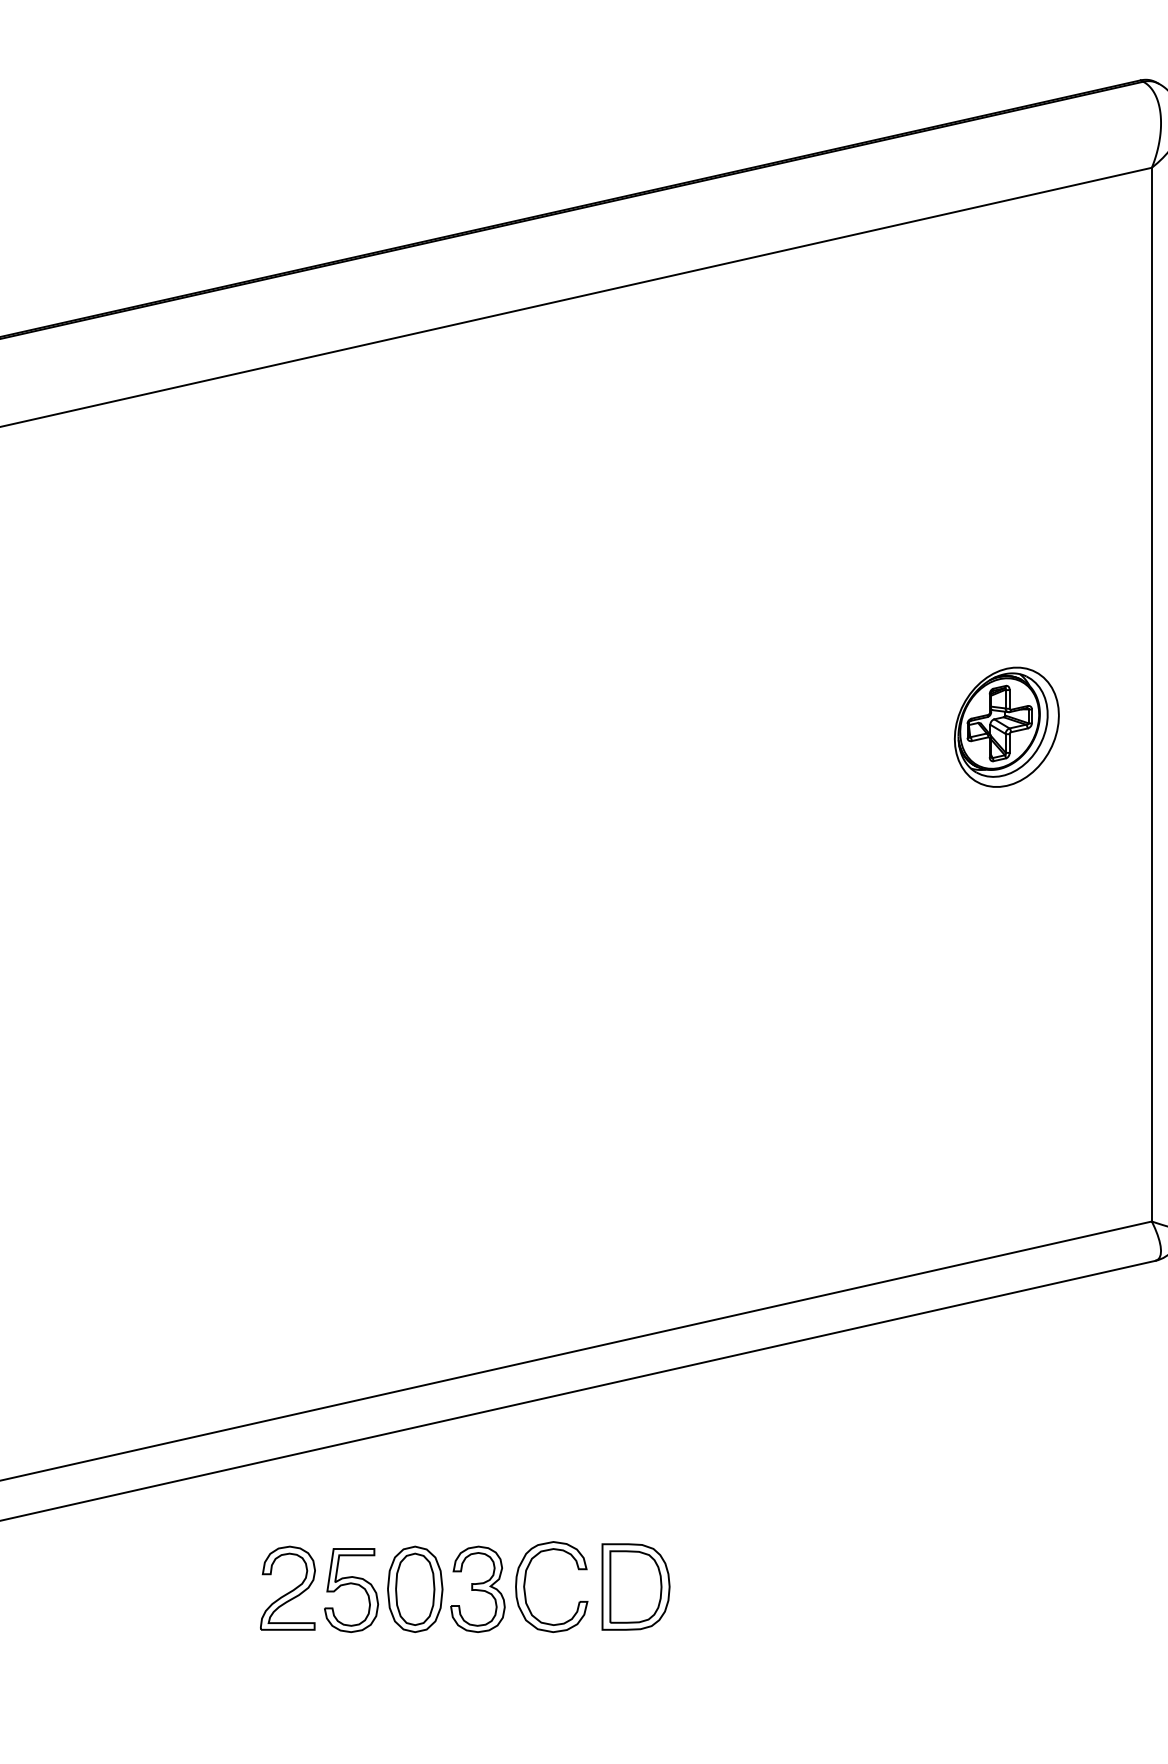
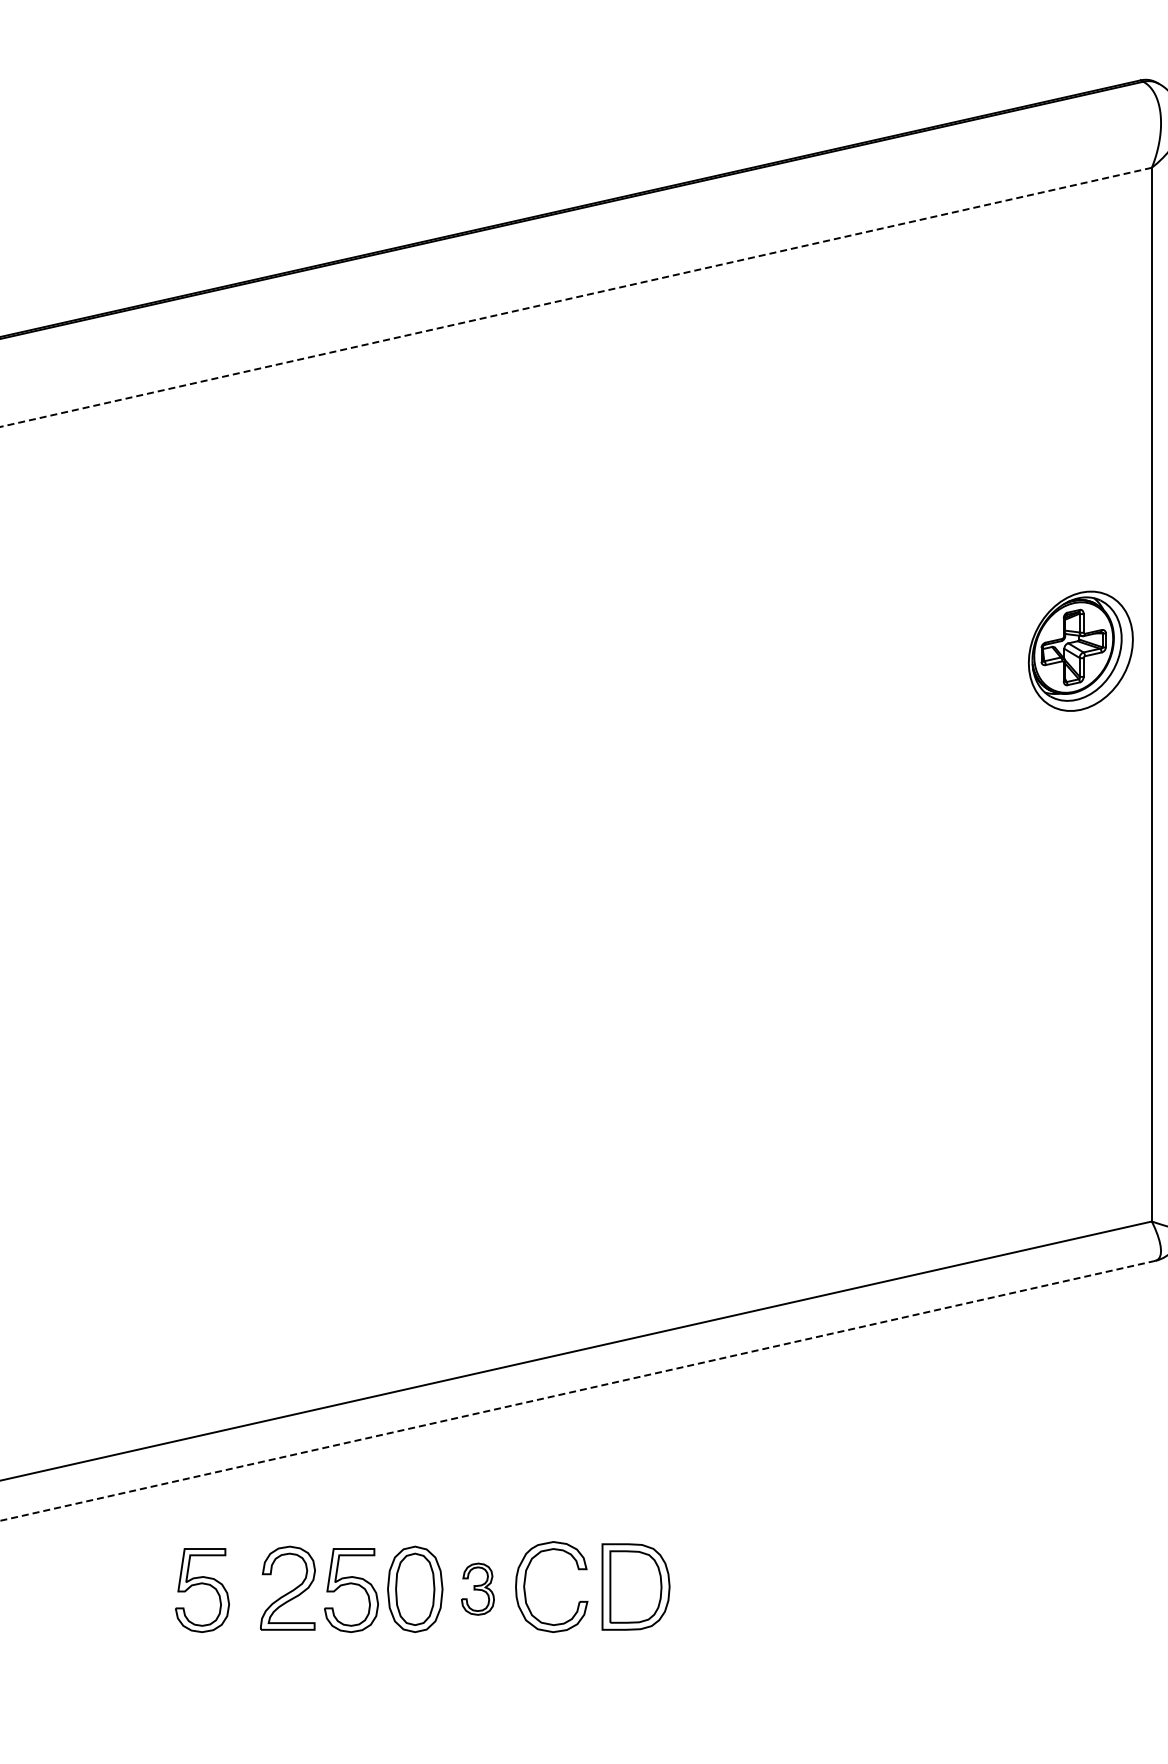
line at (576, 297): solid -> dashed
part at (1006, 726) position: (1006, 726) -> (1080, 650)
line at (577, 1390): solid -> dashed
part at (477, 1588) size: 56x88 px -> 34x54 px
part at (202, 1590): none -> present
